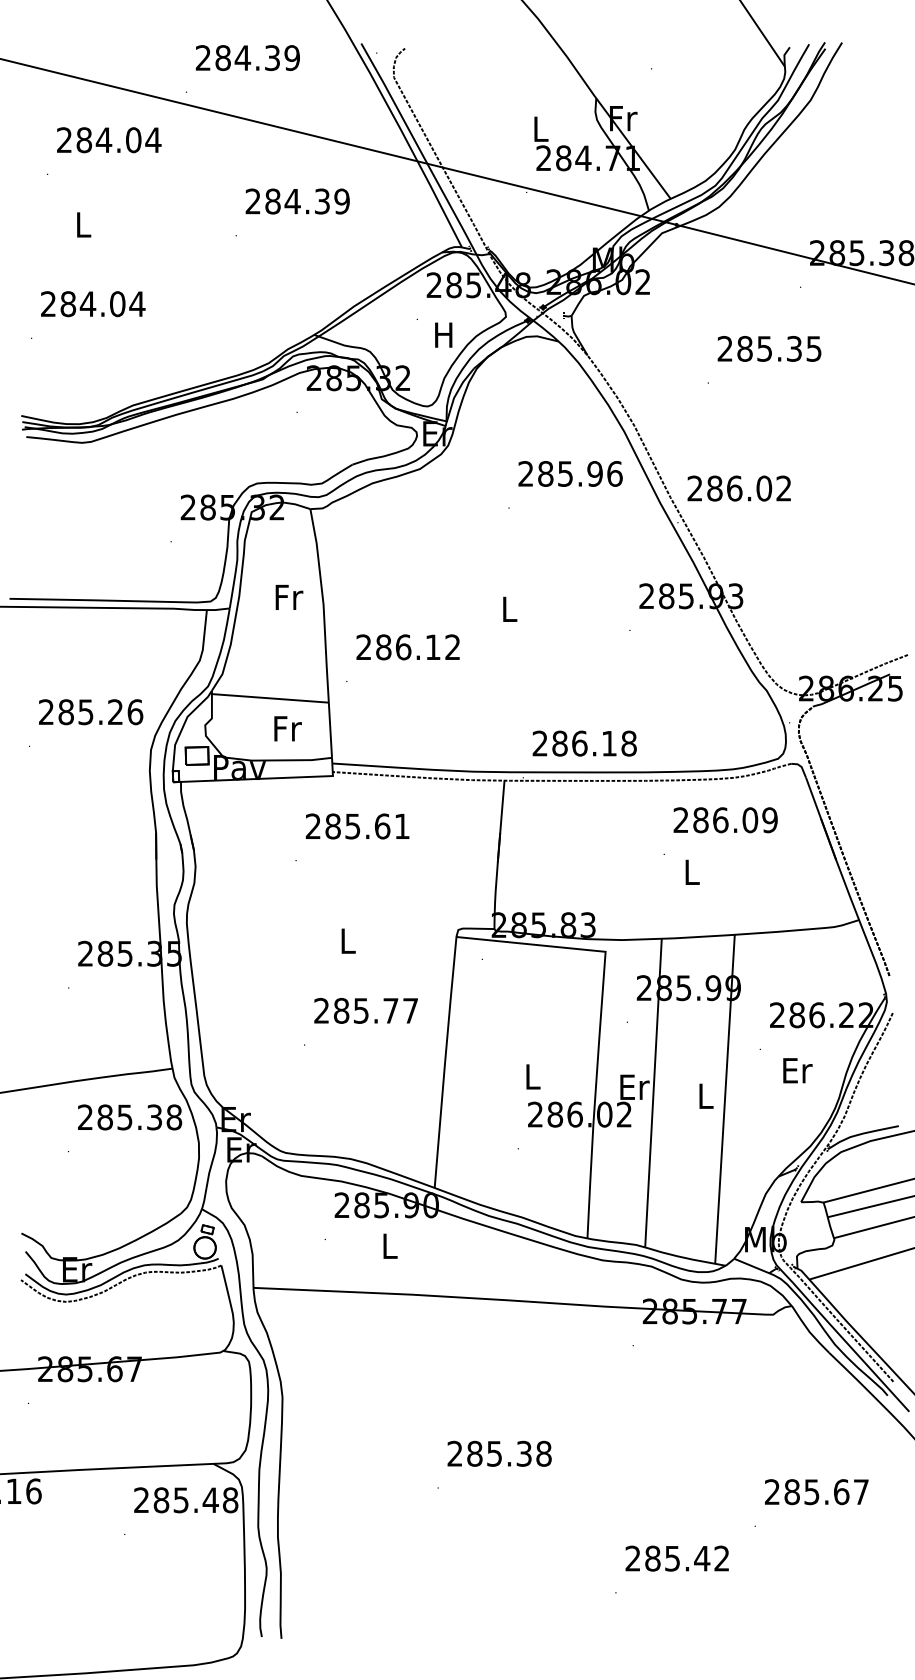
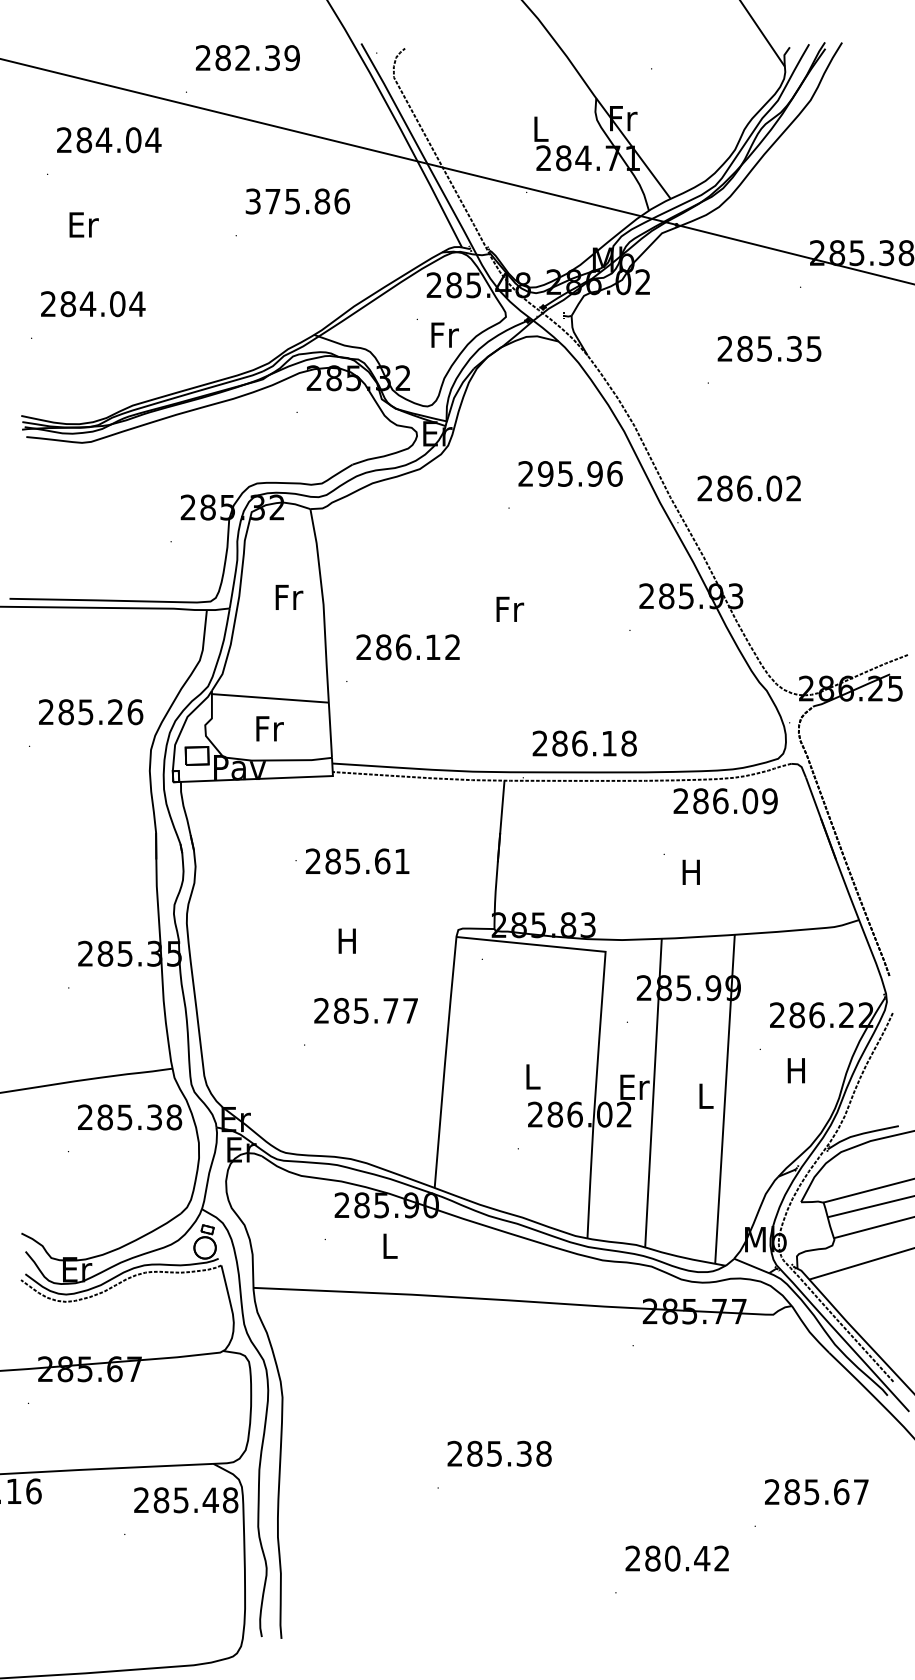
text at (242, 57): 284.39 -> 282.39
text at (297, 201): 284.39 -> 375.86
text at (83, 224): L -> Er
text at (444, 334): H -> Fr
text at (545, 473): 285.96 -> 295.96
text at (738, 488) position: (738, 488) -> (748, 488)
text at (510, 608): L -> Fr
text at (287, 728) position: (287, 728) -> (269, 728)
text at (725, 820) position: (725, 820) -> (725, 801)
text at (357, 826) position: (357, 826) -> (357, 861)
text at (690, 871): L -> H
text at (346, 940): L -> H
text at (797, 1070): Er -> H
text at (672, 1558): 285.42 -> 280.42
